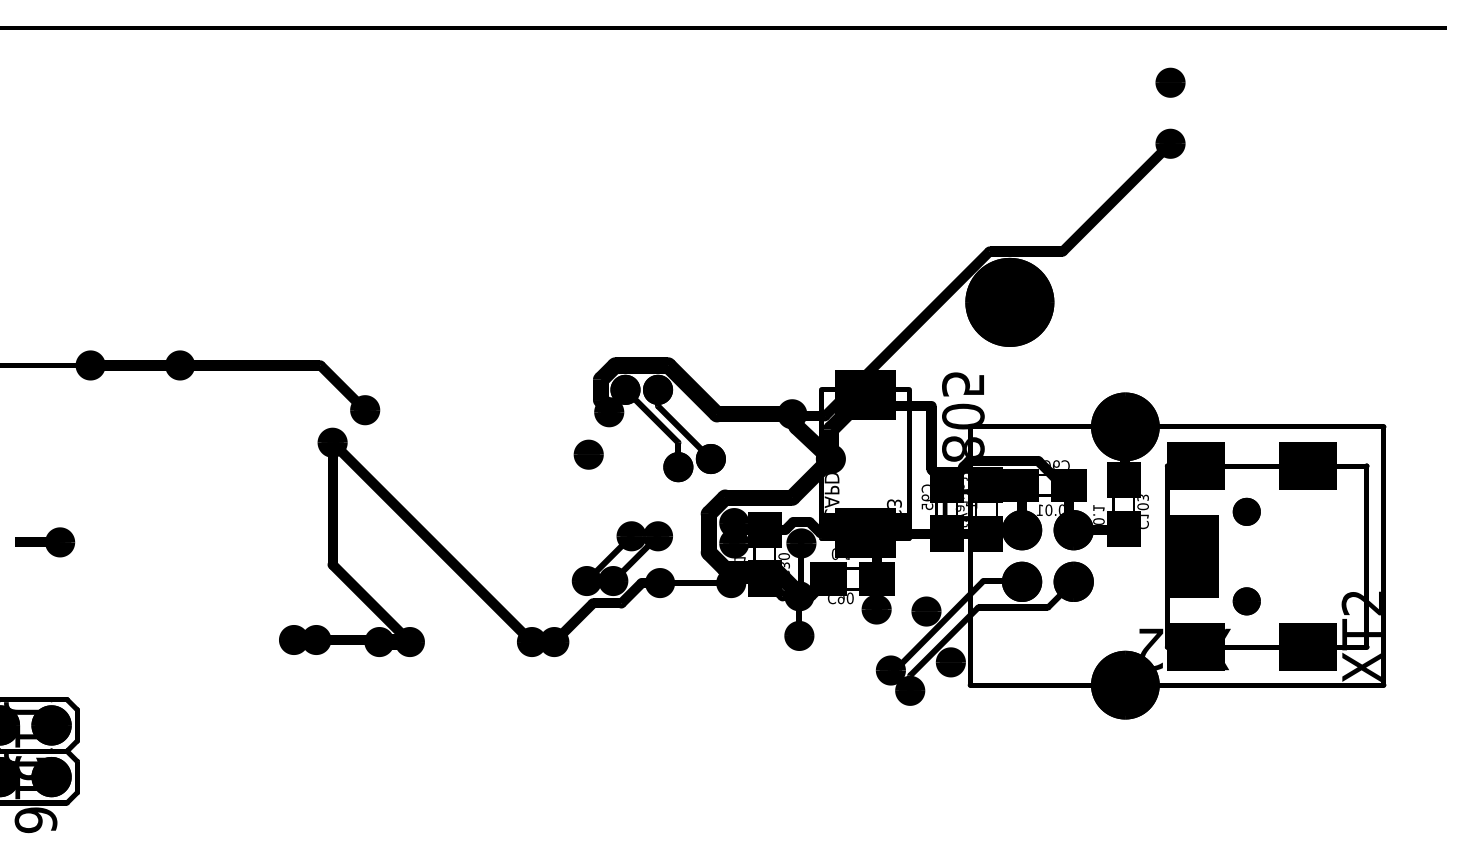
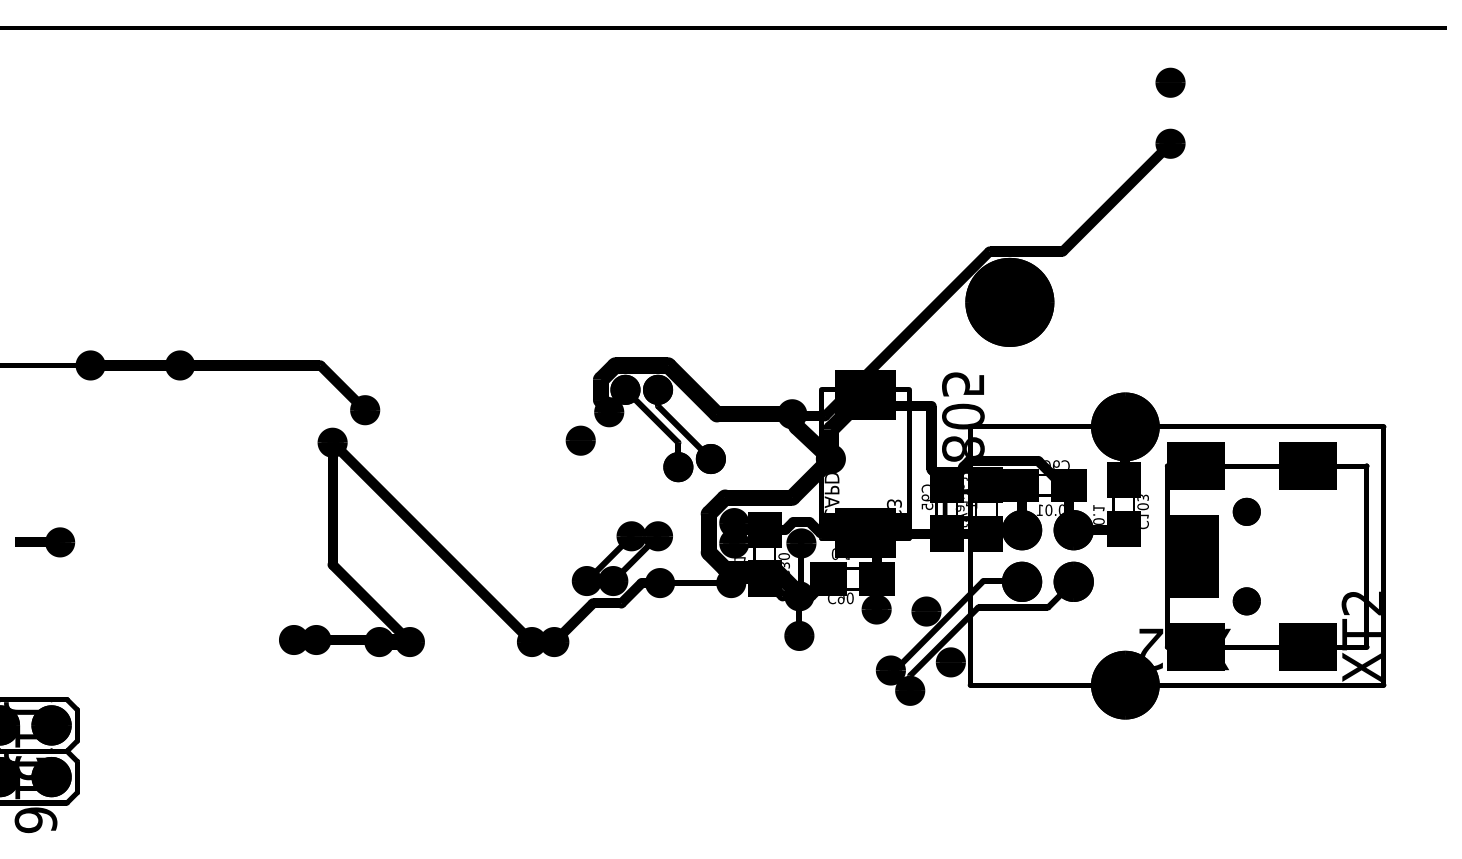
part at (588, 454) position: (588, 454) -> (580, 440)
